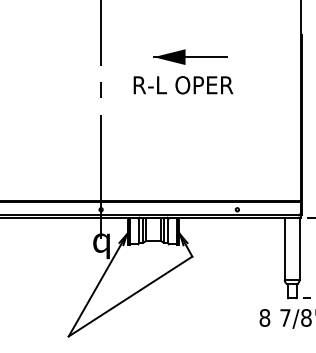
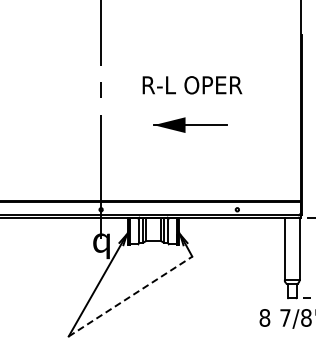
part at (190, 56) position: (190, 56) -> (190, 124)
text at (183, 85) position: (183, 85) -> (192, 85)
line at (130, 296): solid -> dashed
